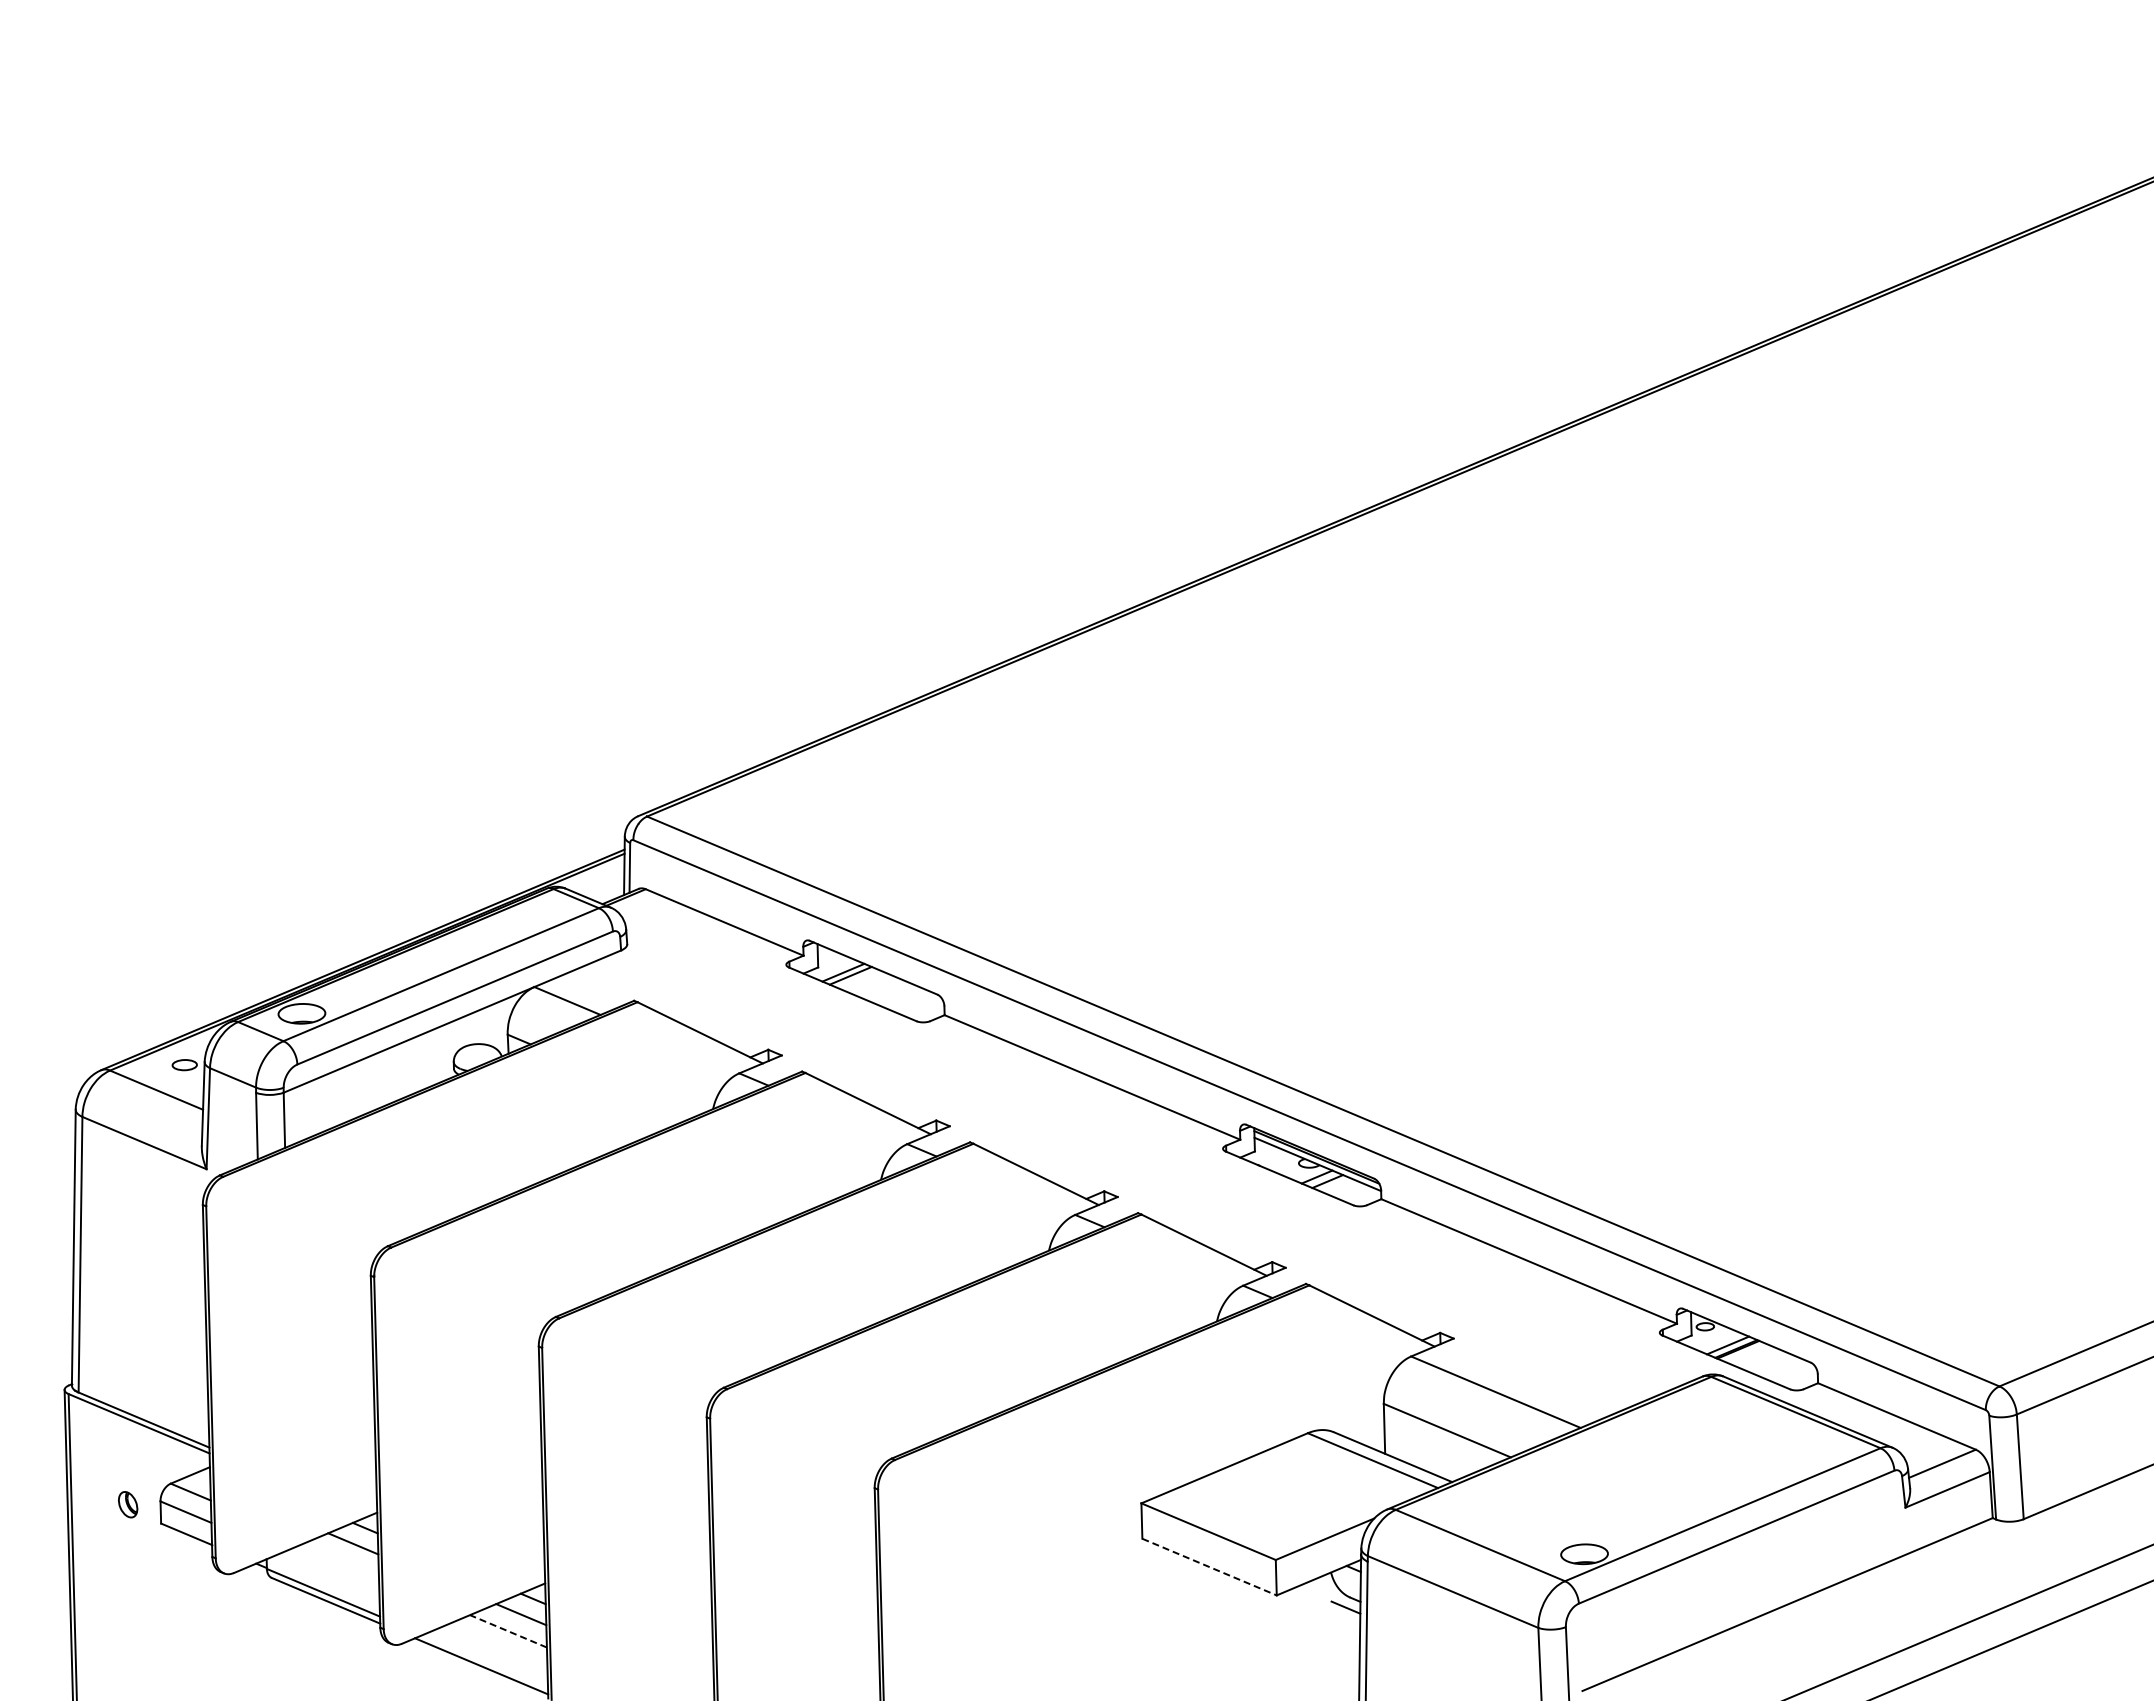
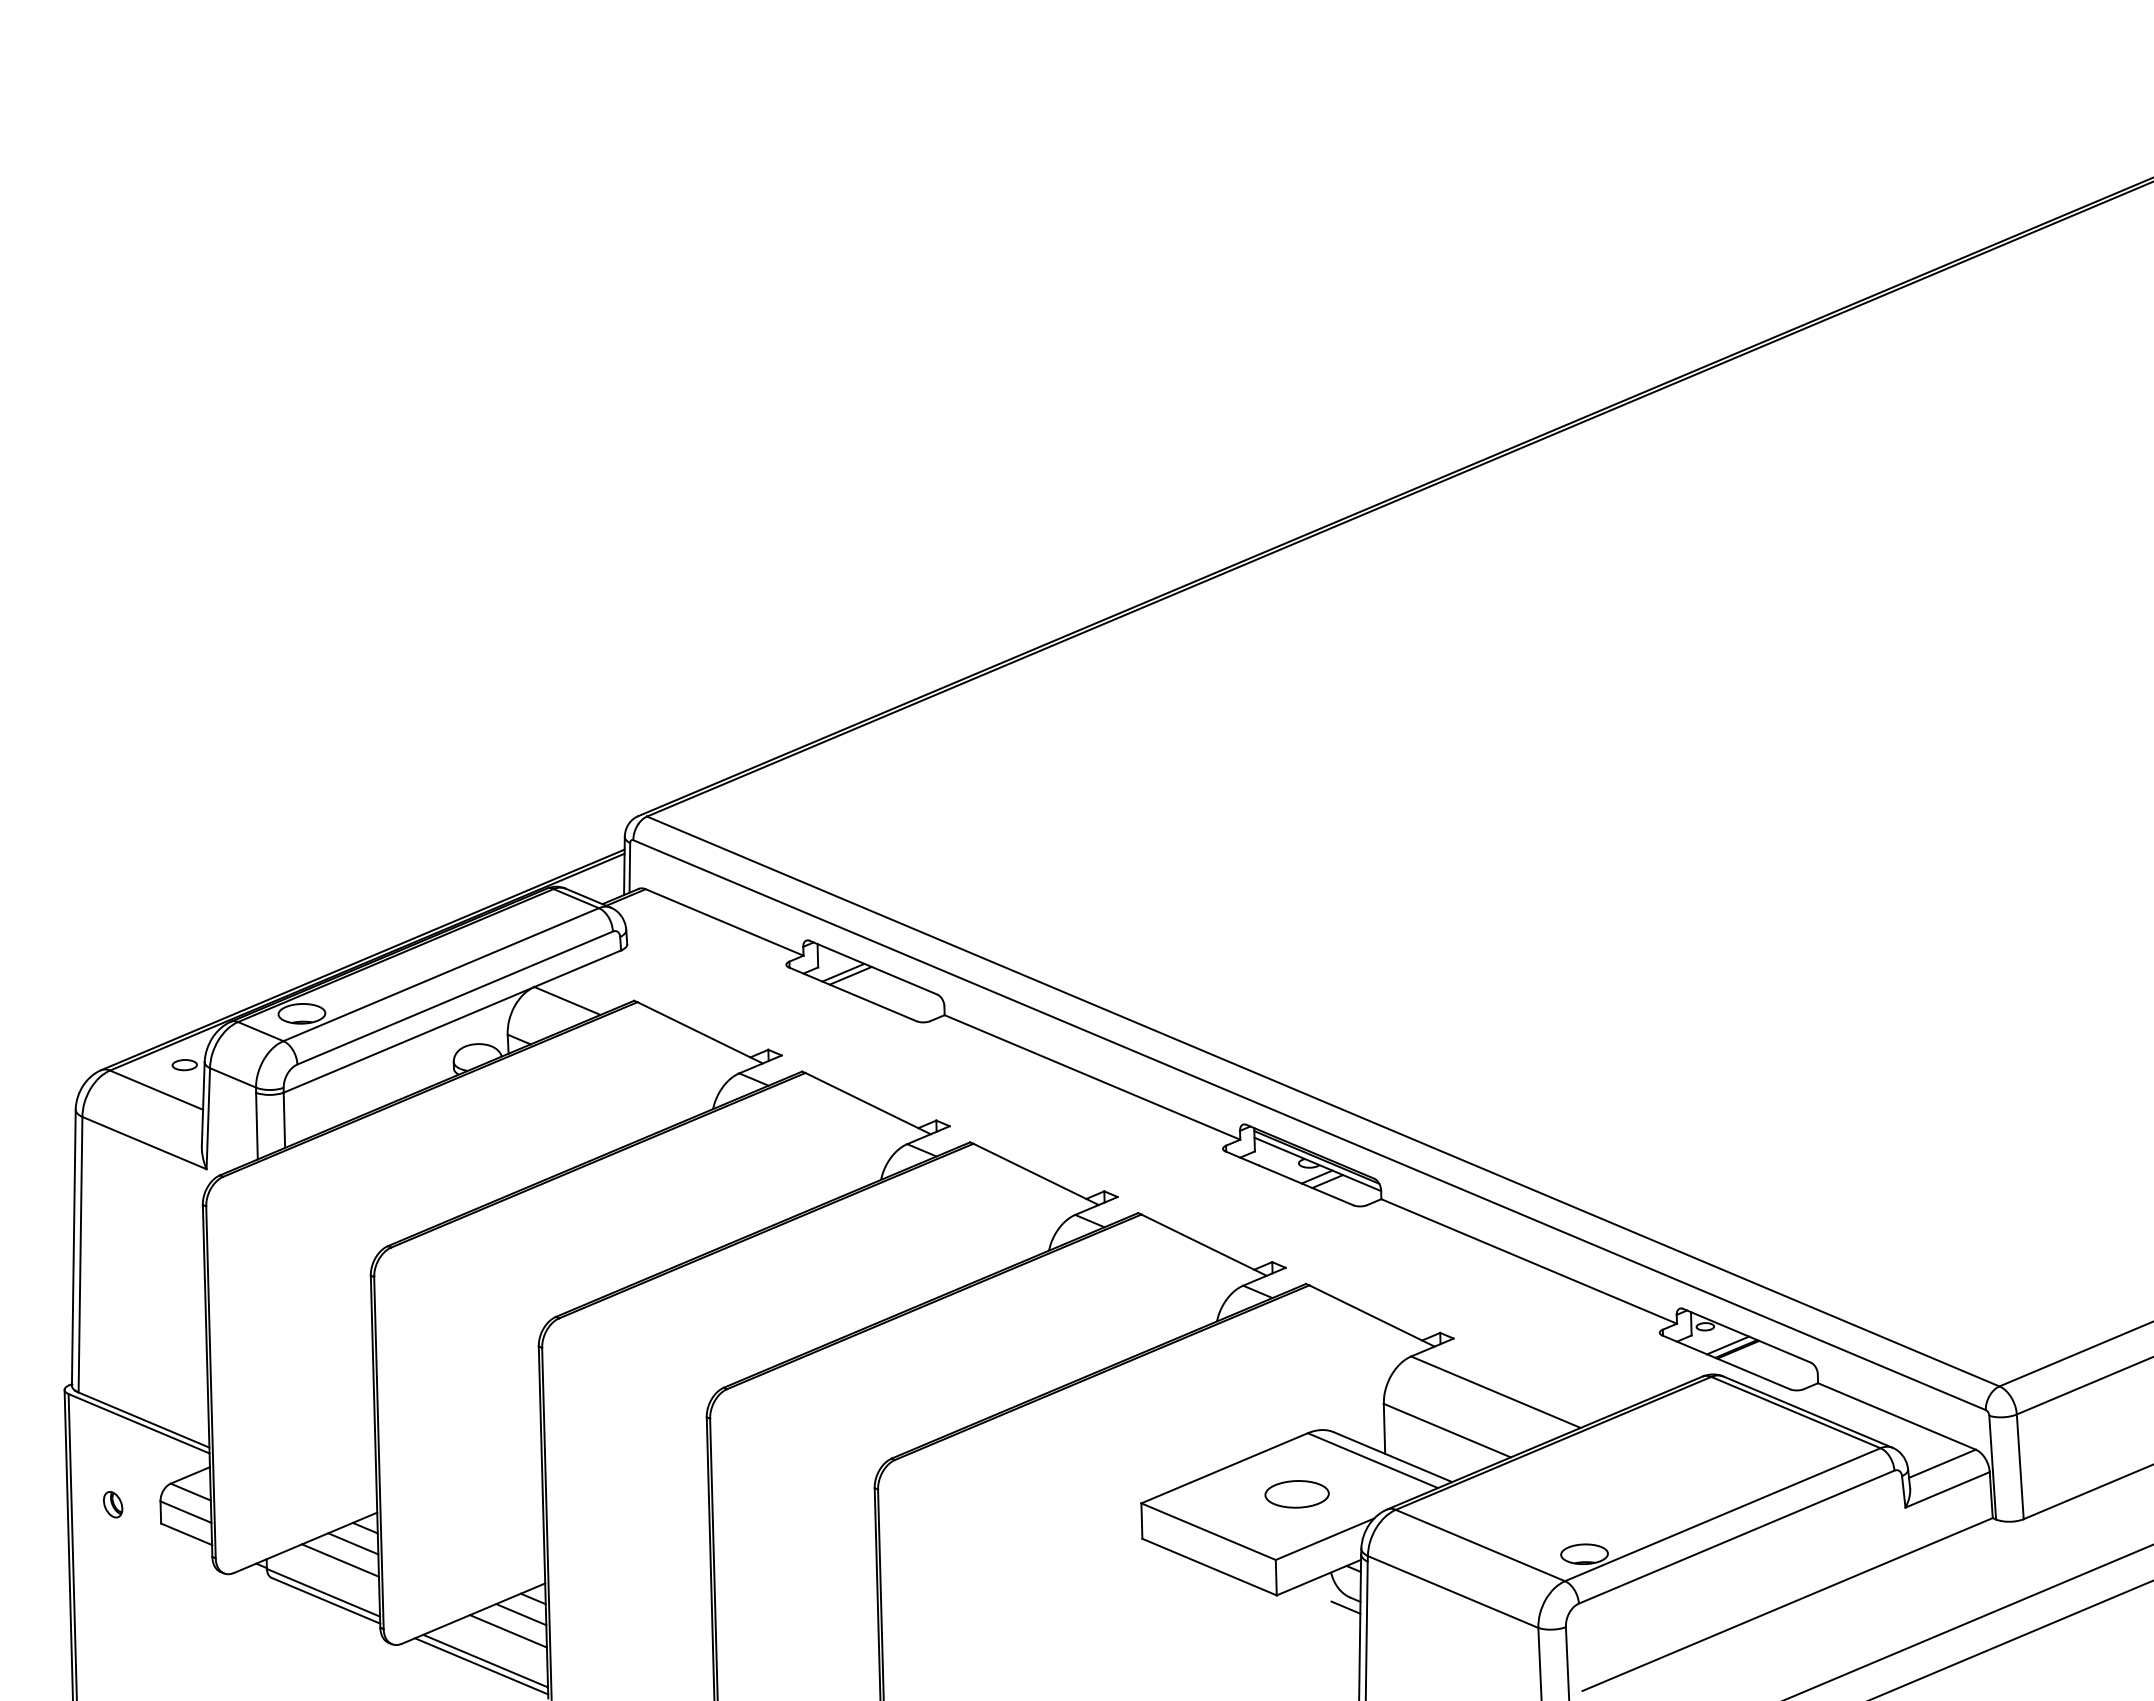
part at (1296, 1494): none -> present
part at (128, 1504) position: (128, 1504) -> (113, 1504)
line at (340, 1560): none -> present
line at (1209, 1567): dashed -> solid
line at (508, 1631): dashed -> solid
line at (485, 1660): none -> present
